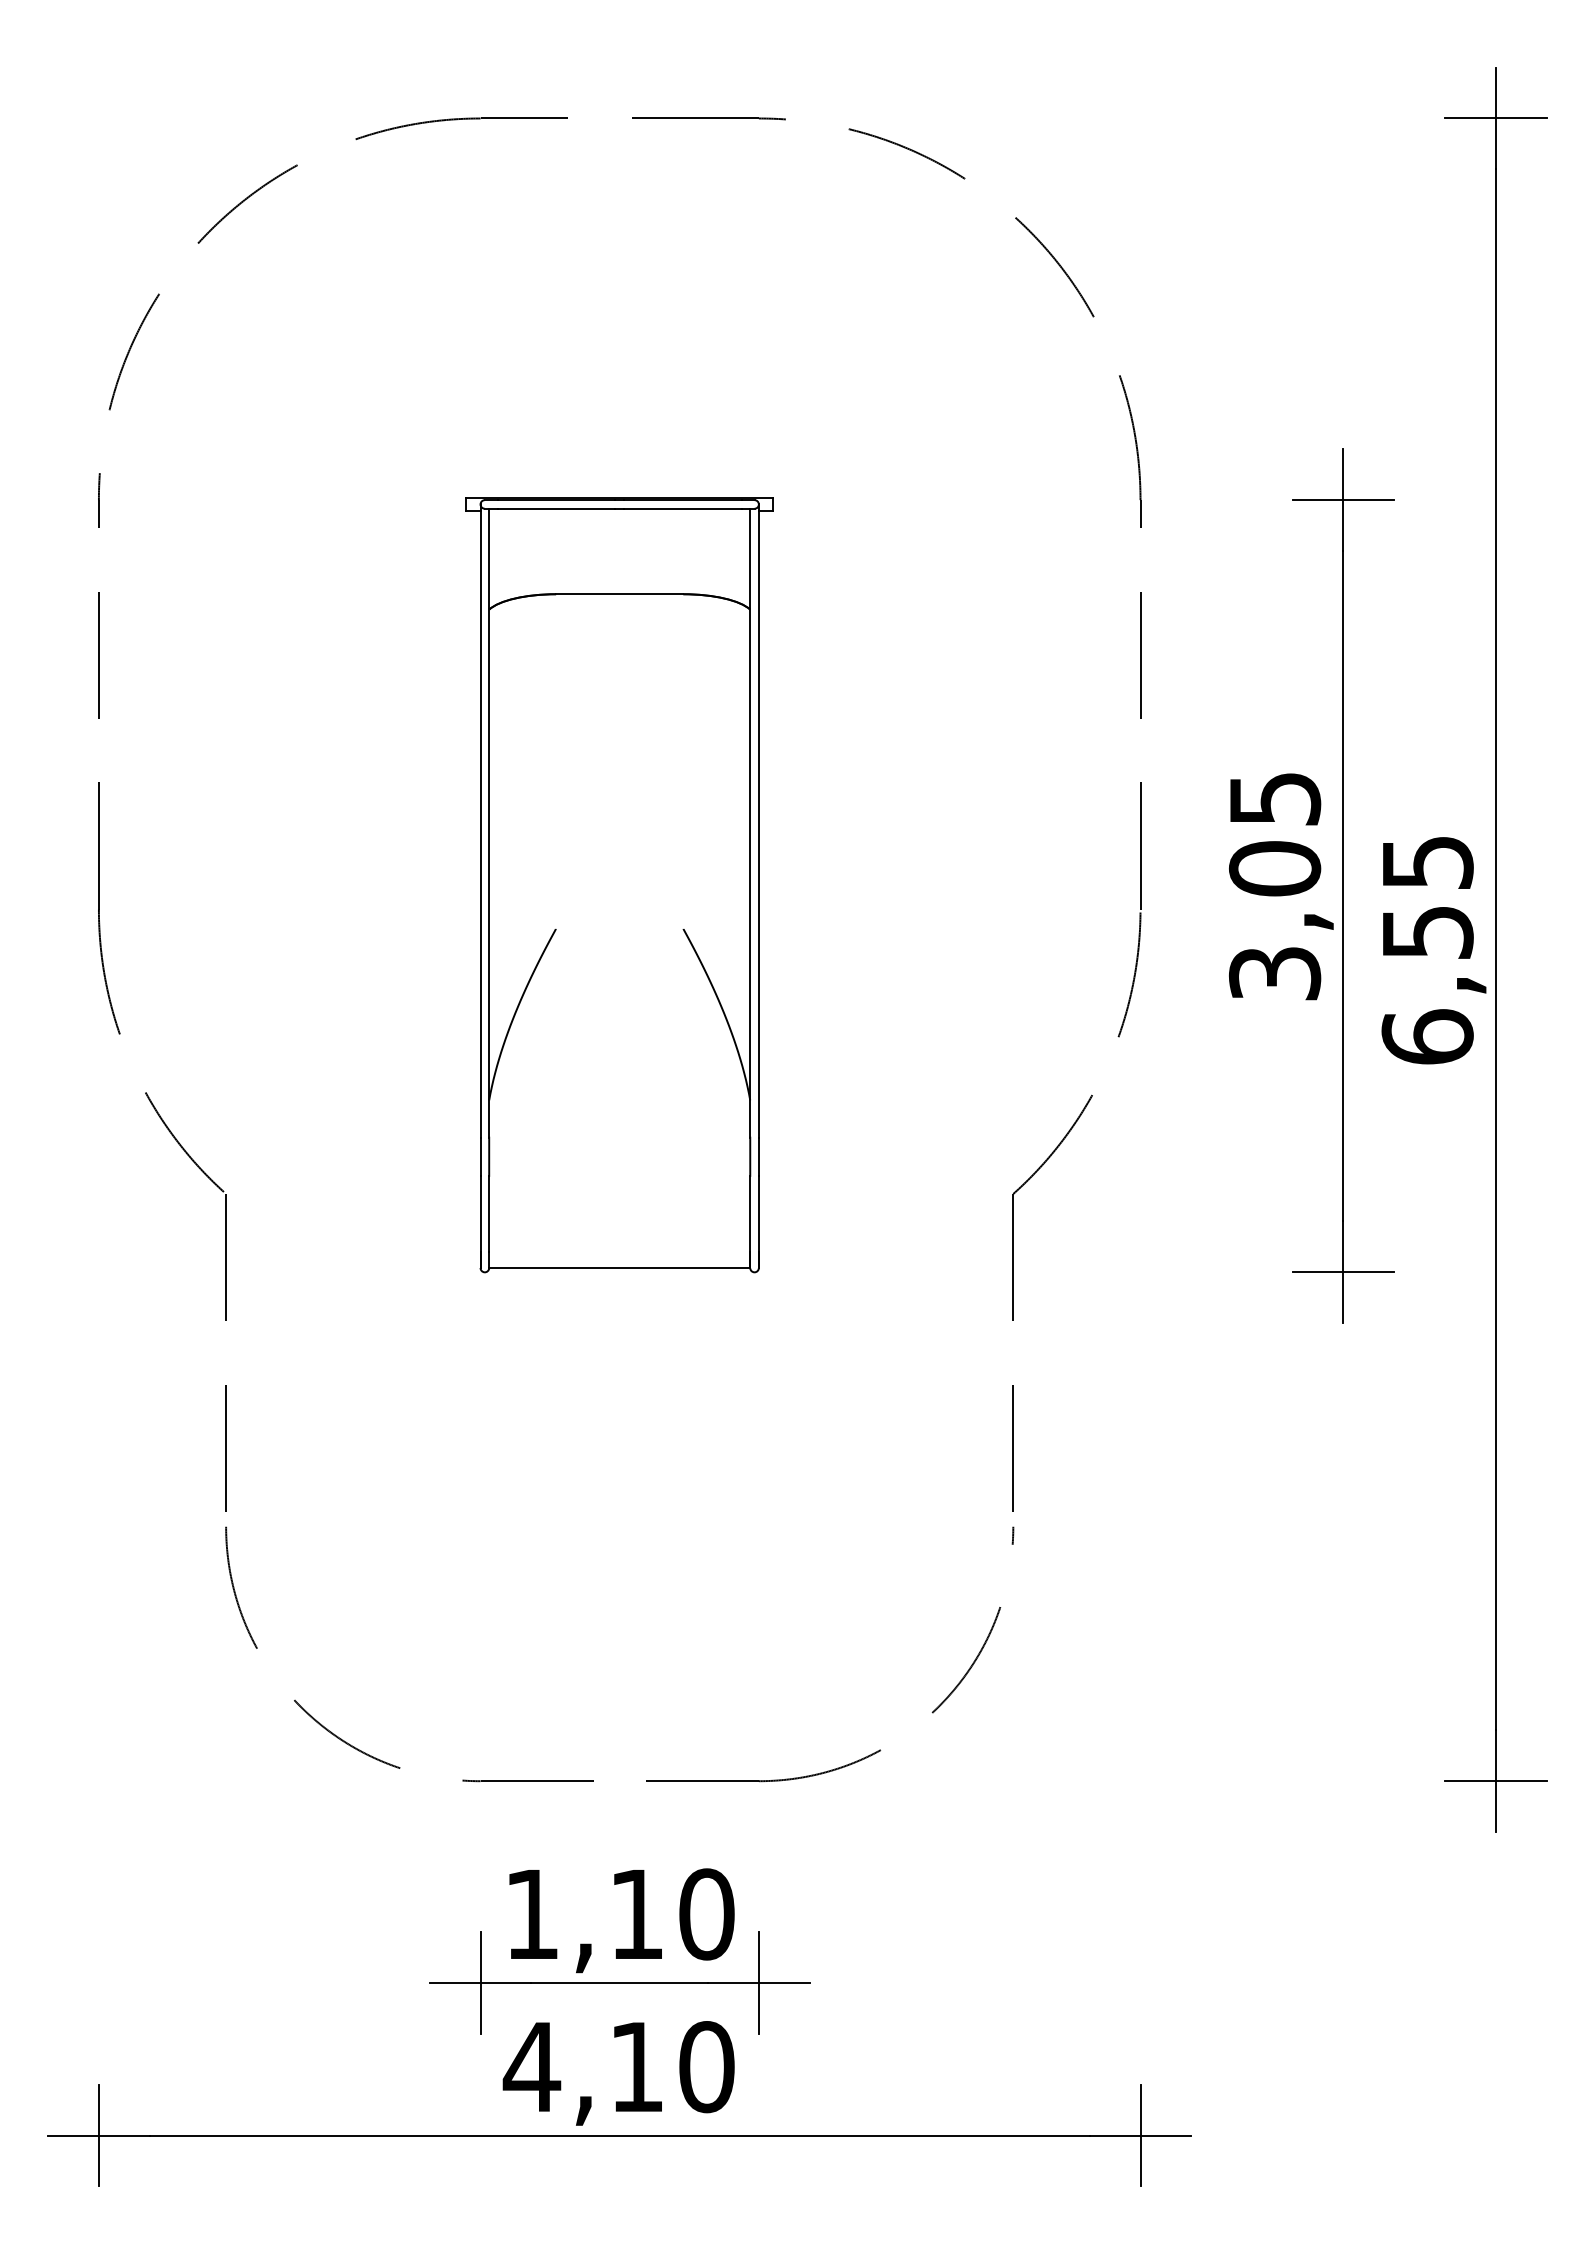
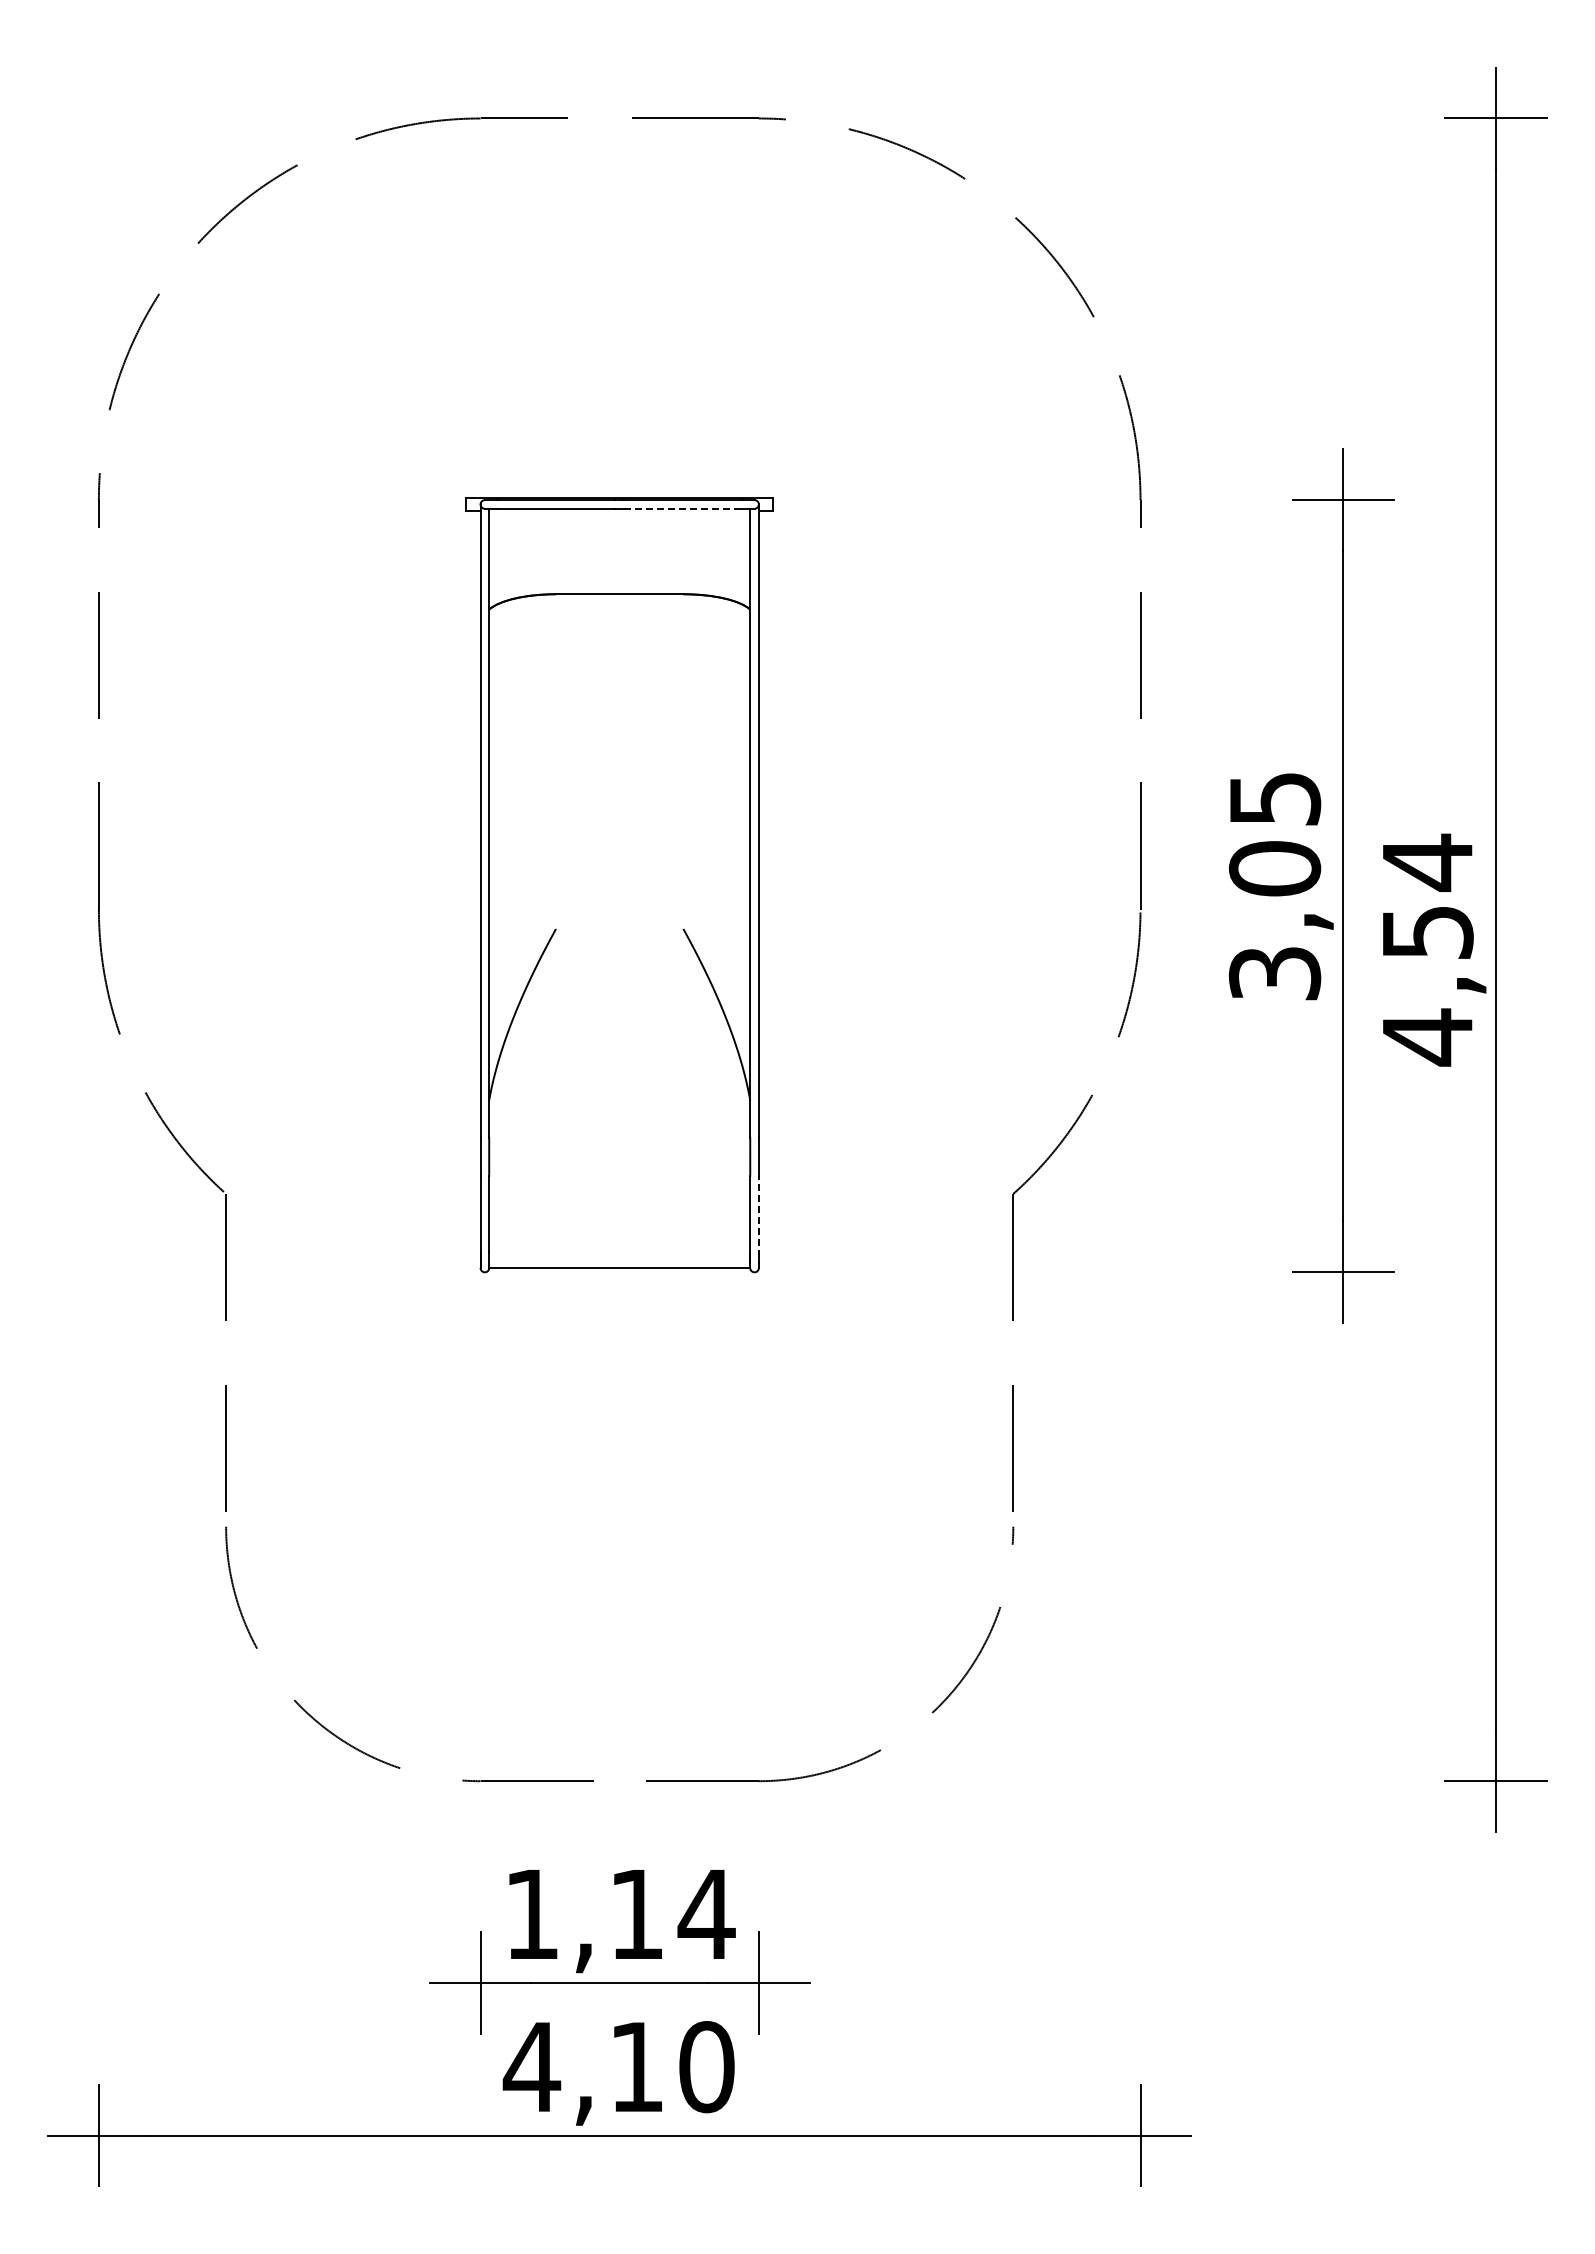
line at (682, 508): solid -> dashed
text at (1427, 949): 6,55 -> 4,54
line at (758, 1221): solid -> dashed
text at (706, 1914): 1,10 -> 1,14
